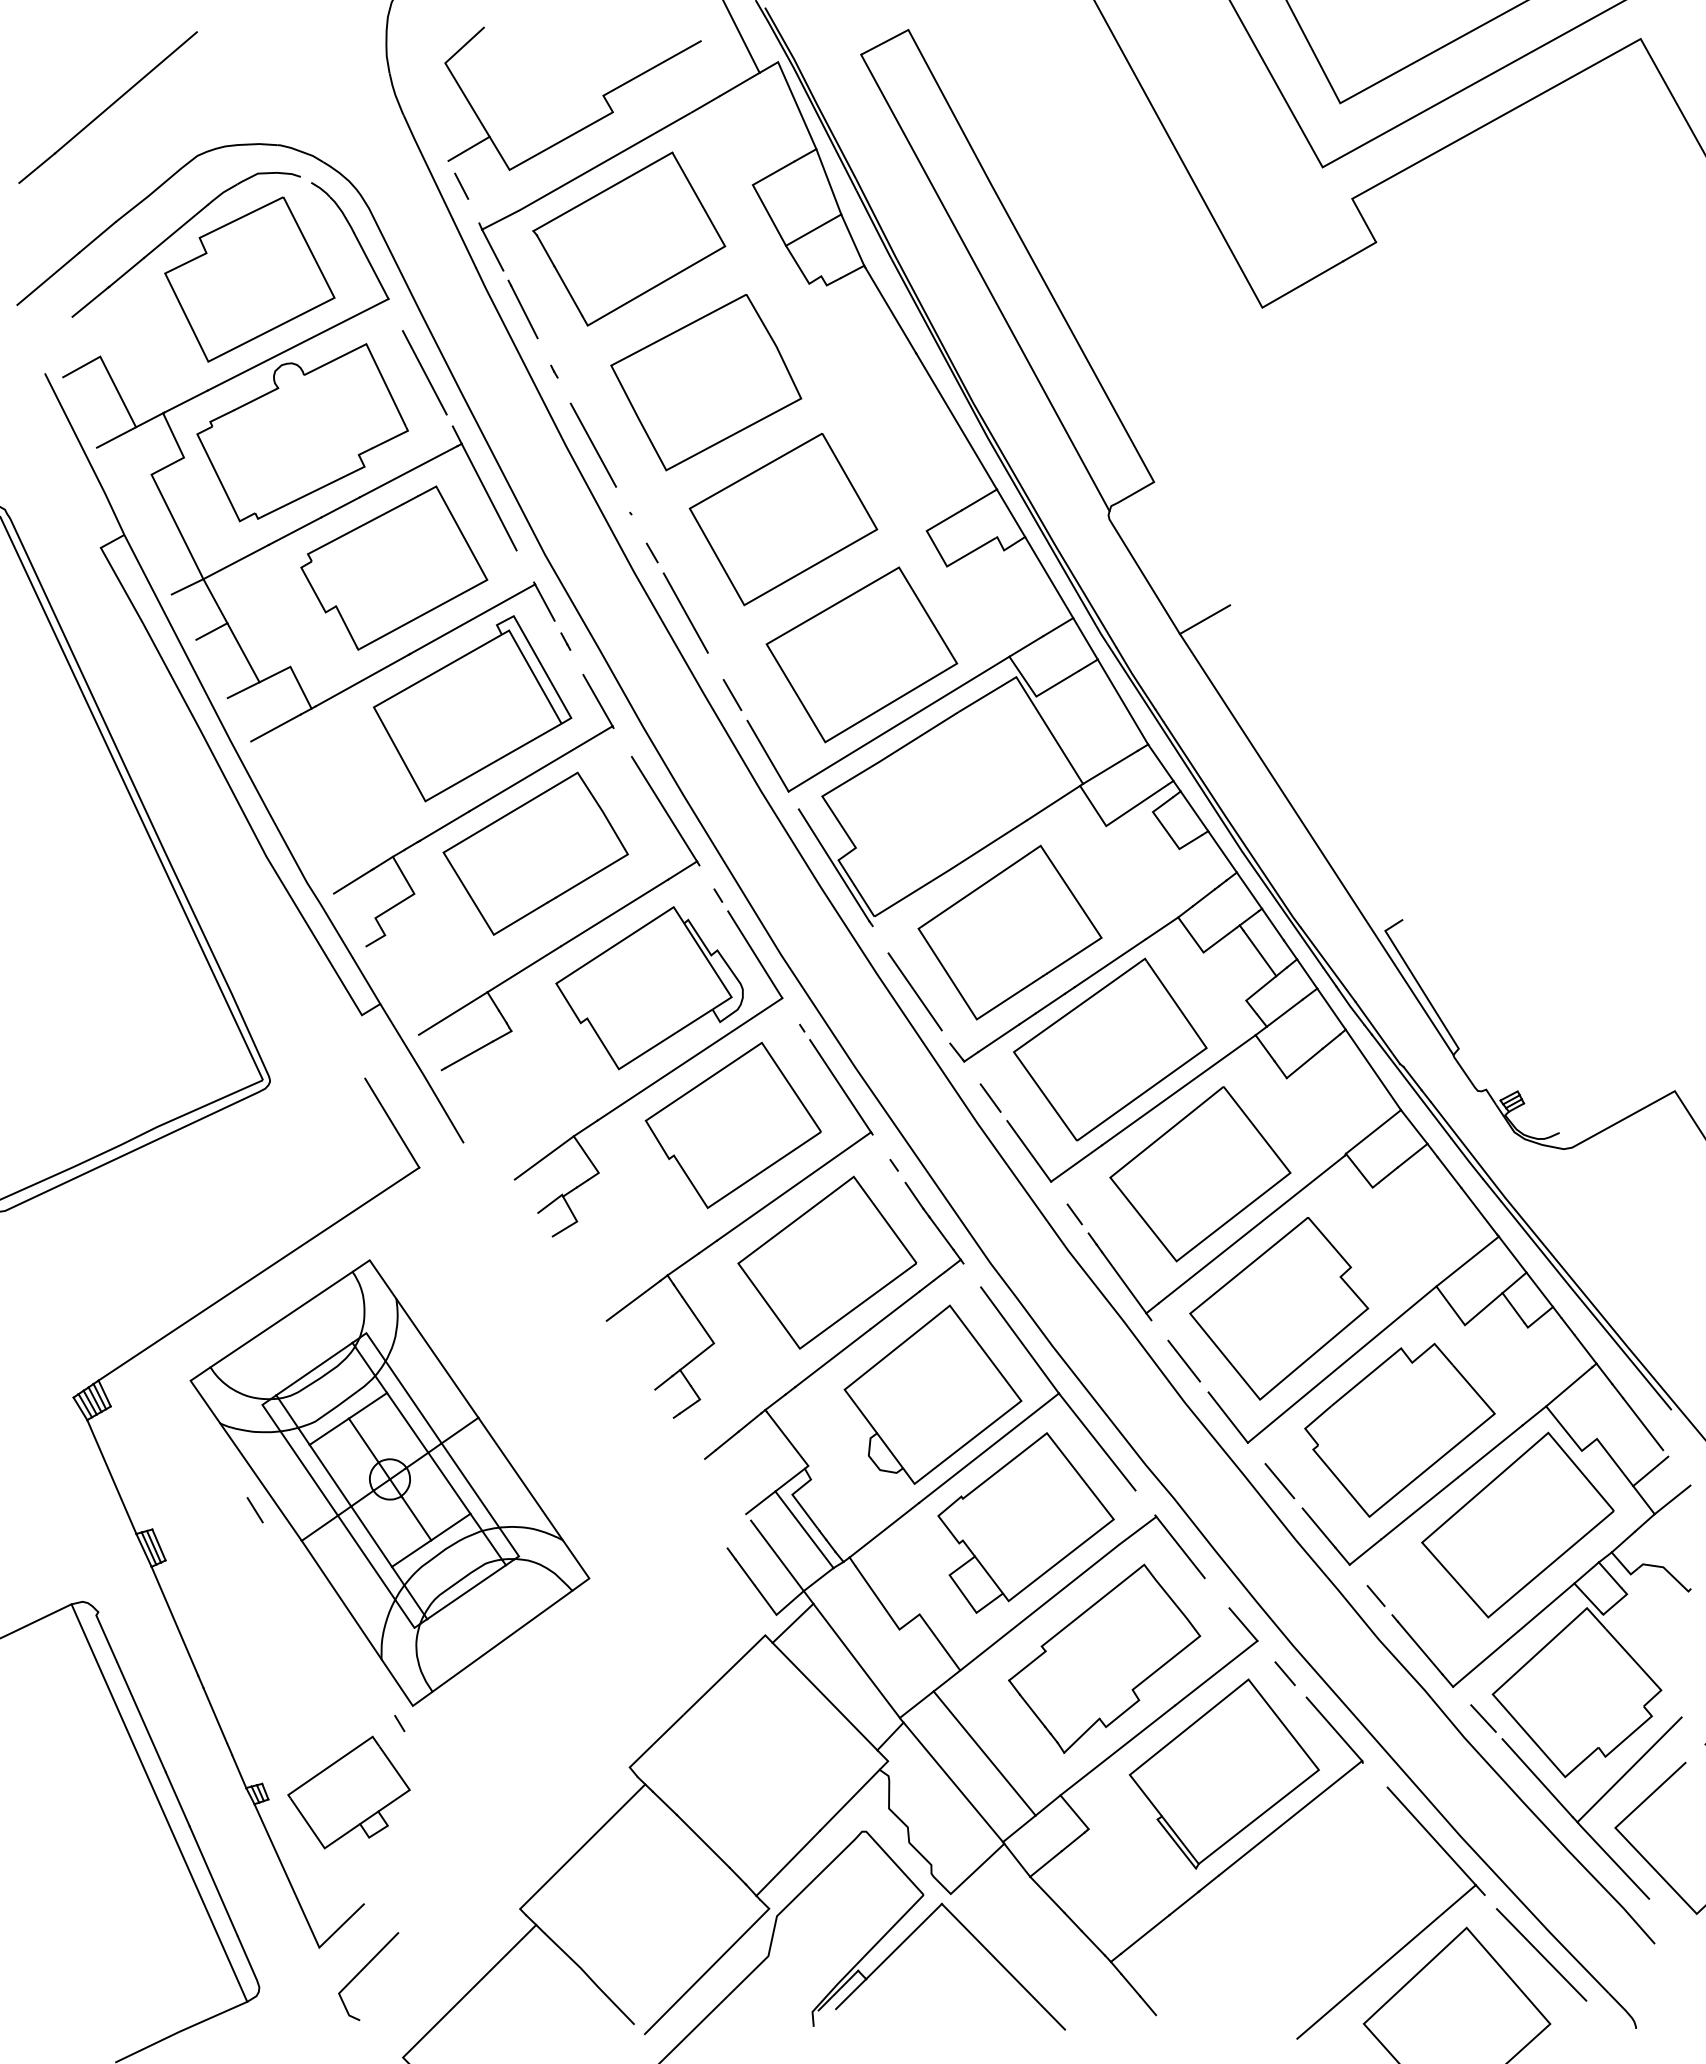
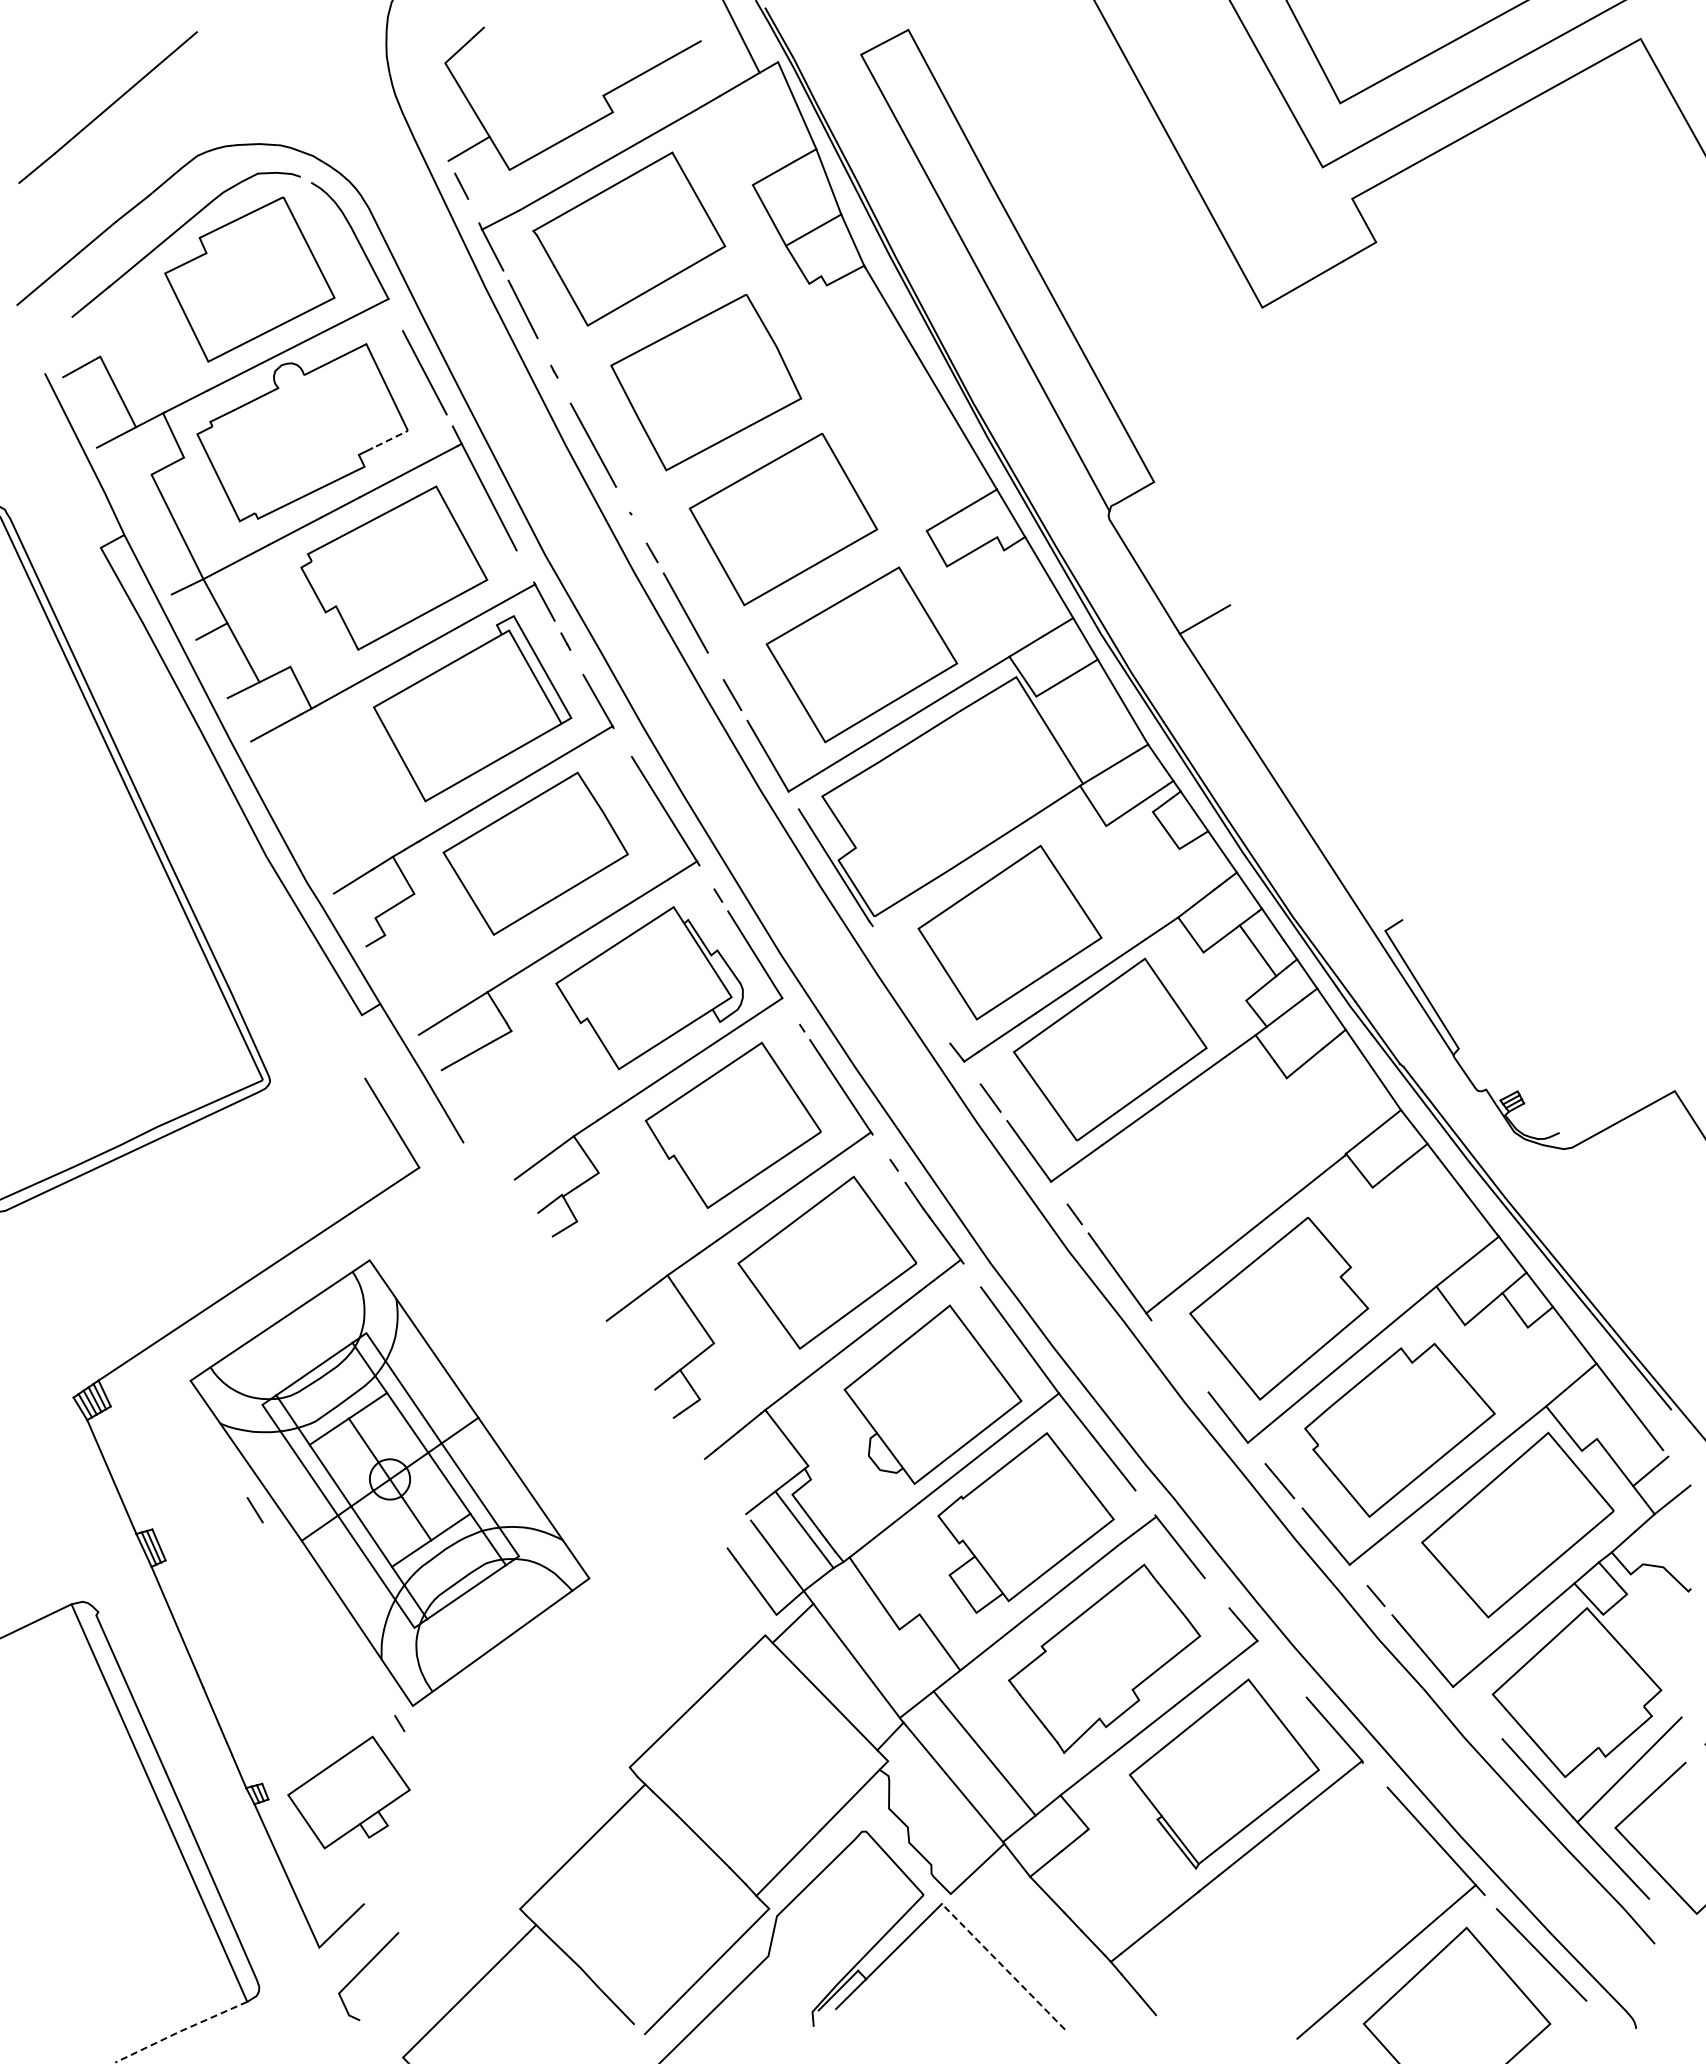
line at (392, 438): solid -> dashed
line at (914, 991): present -> none
part at (1200, 1174): present -> none
line at (1184, 1360): present -> none
line at (1284, 1673): present -> none
line at (1483, 1718): present -> none
line at (1003, 1966): solid -> dashed
line at (180, 2031): solid -> dashed
